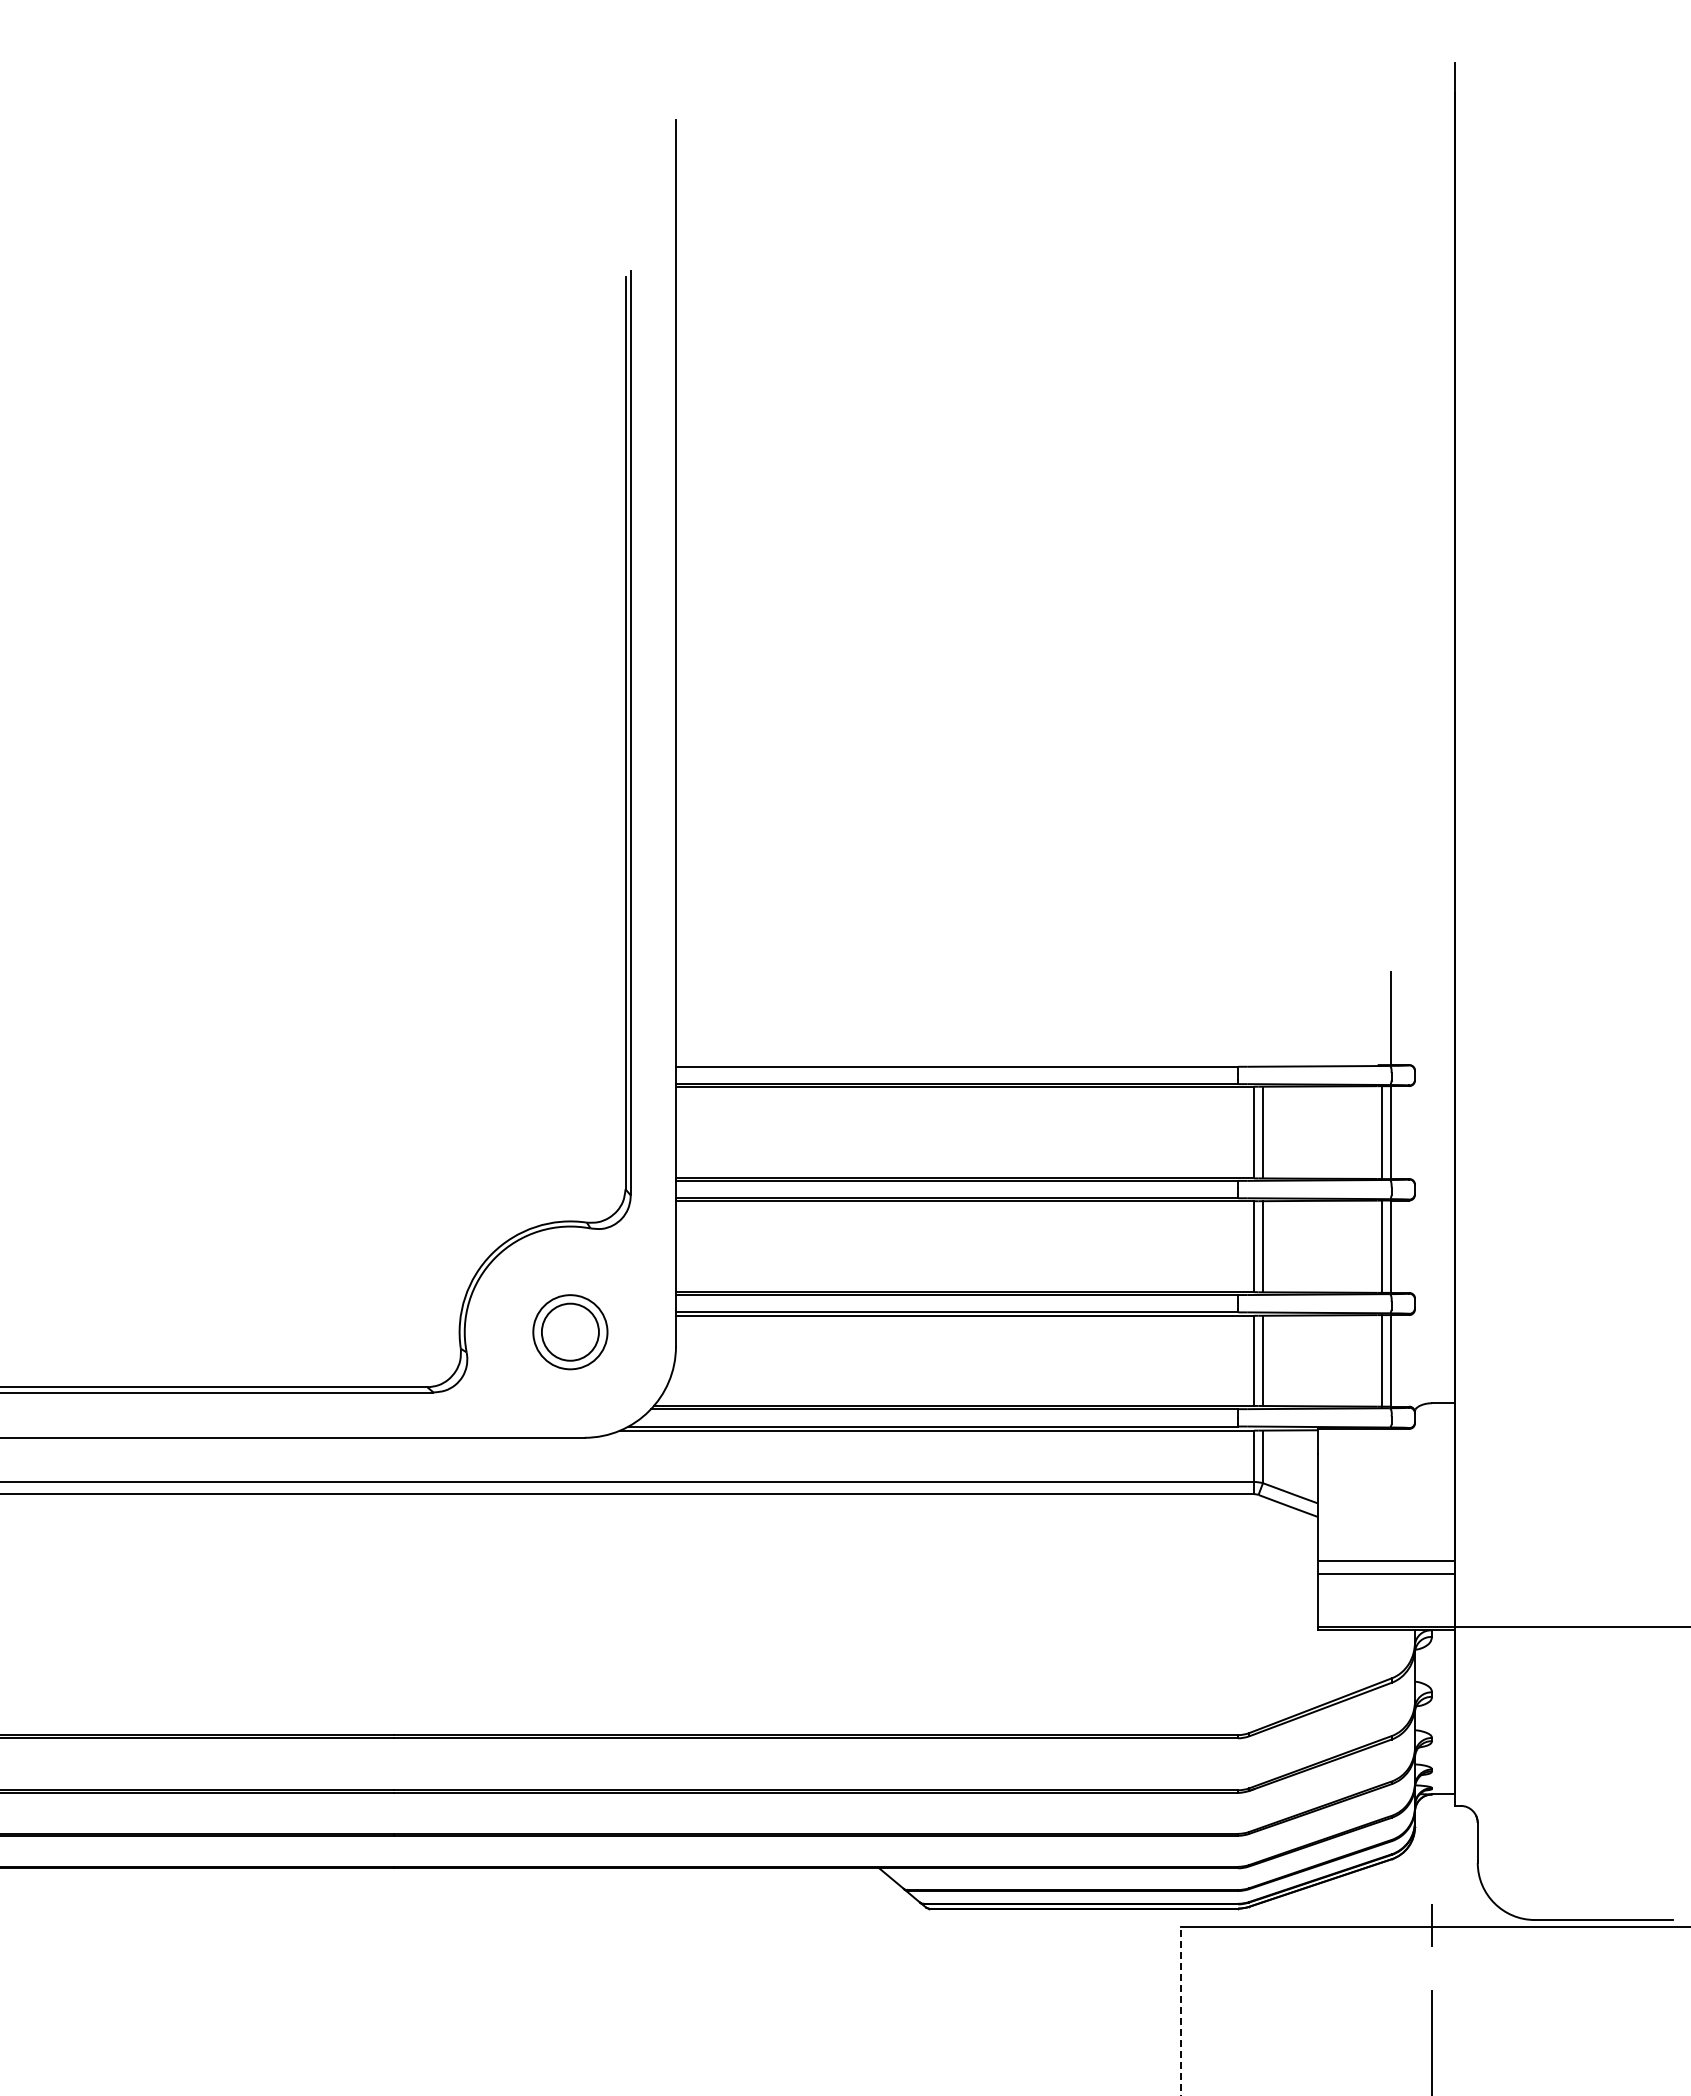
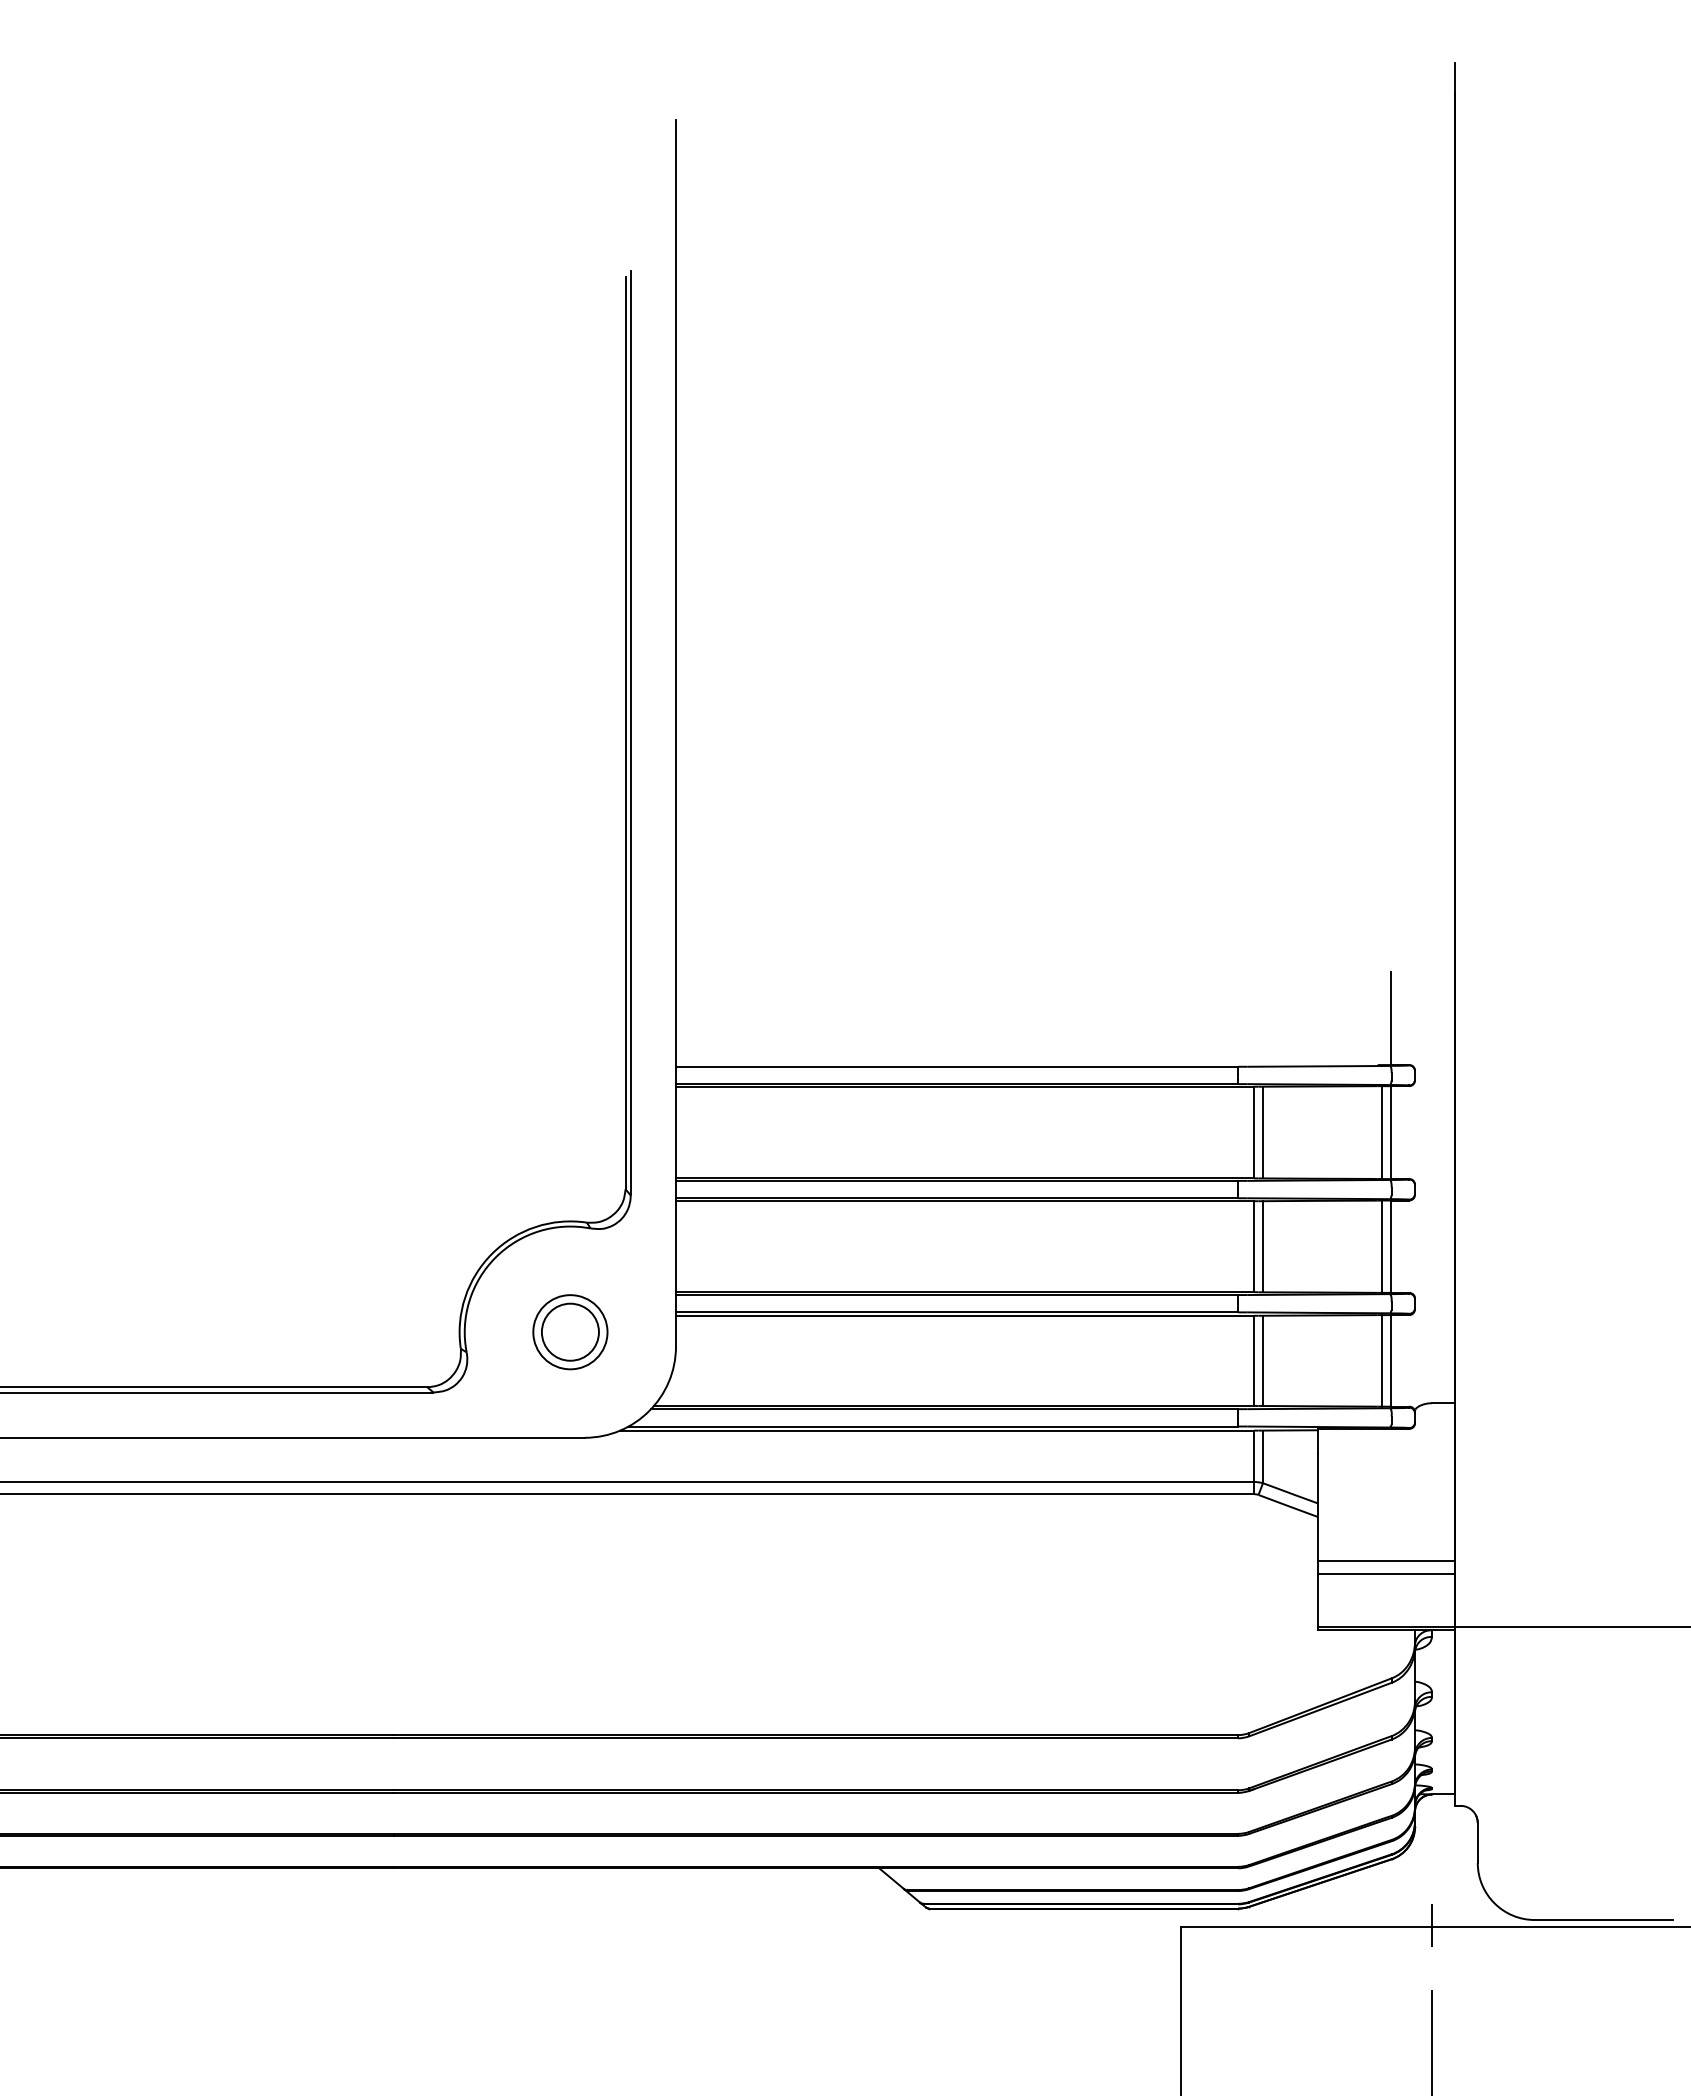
line at (1181, 2010): dashed -> solid
